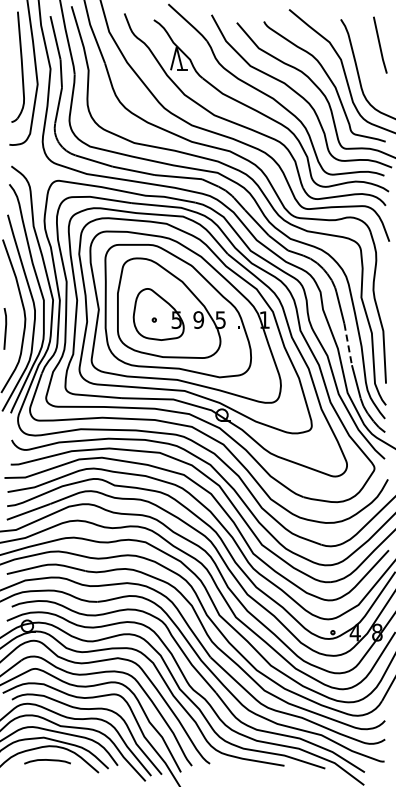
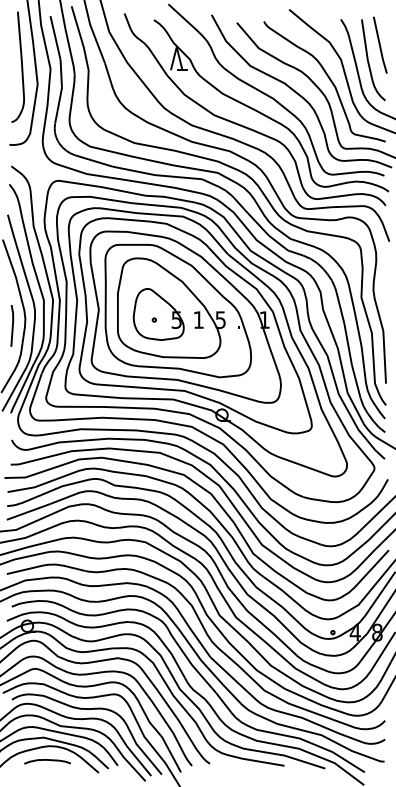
curve at (369, 61): none -> present
text at (198, 319): 9 -> 1
line at (5, 328) position: (5, 328) -> (12, 325)
line at (348, 344): dashed -> solid
